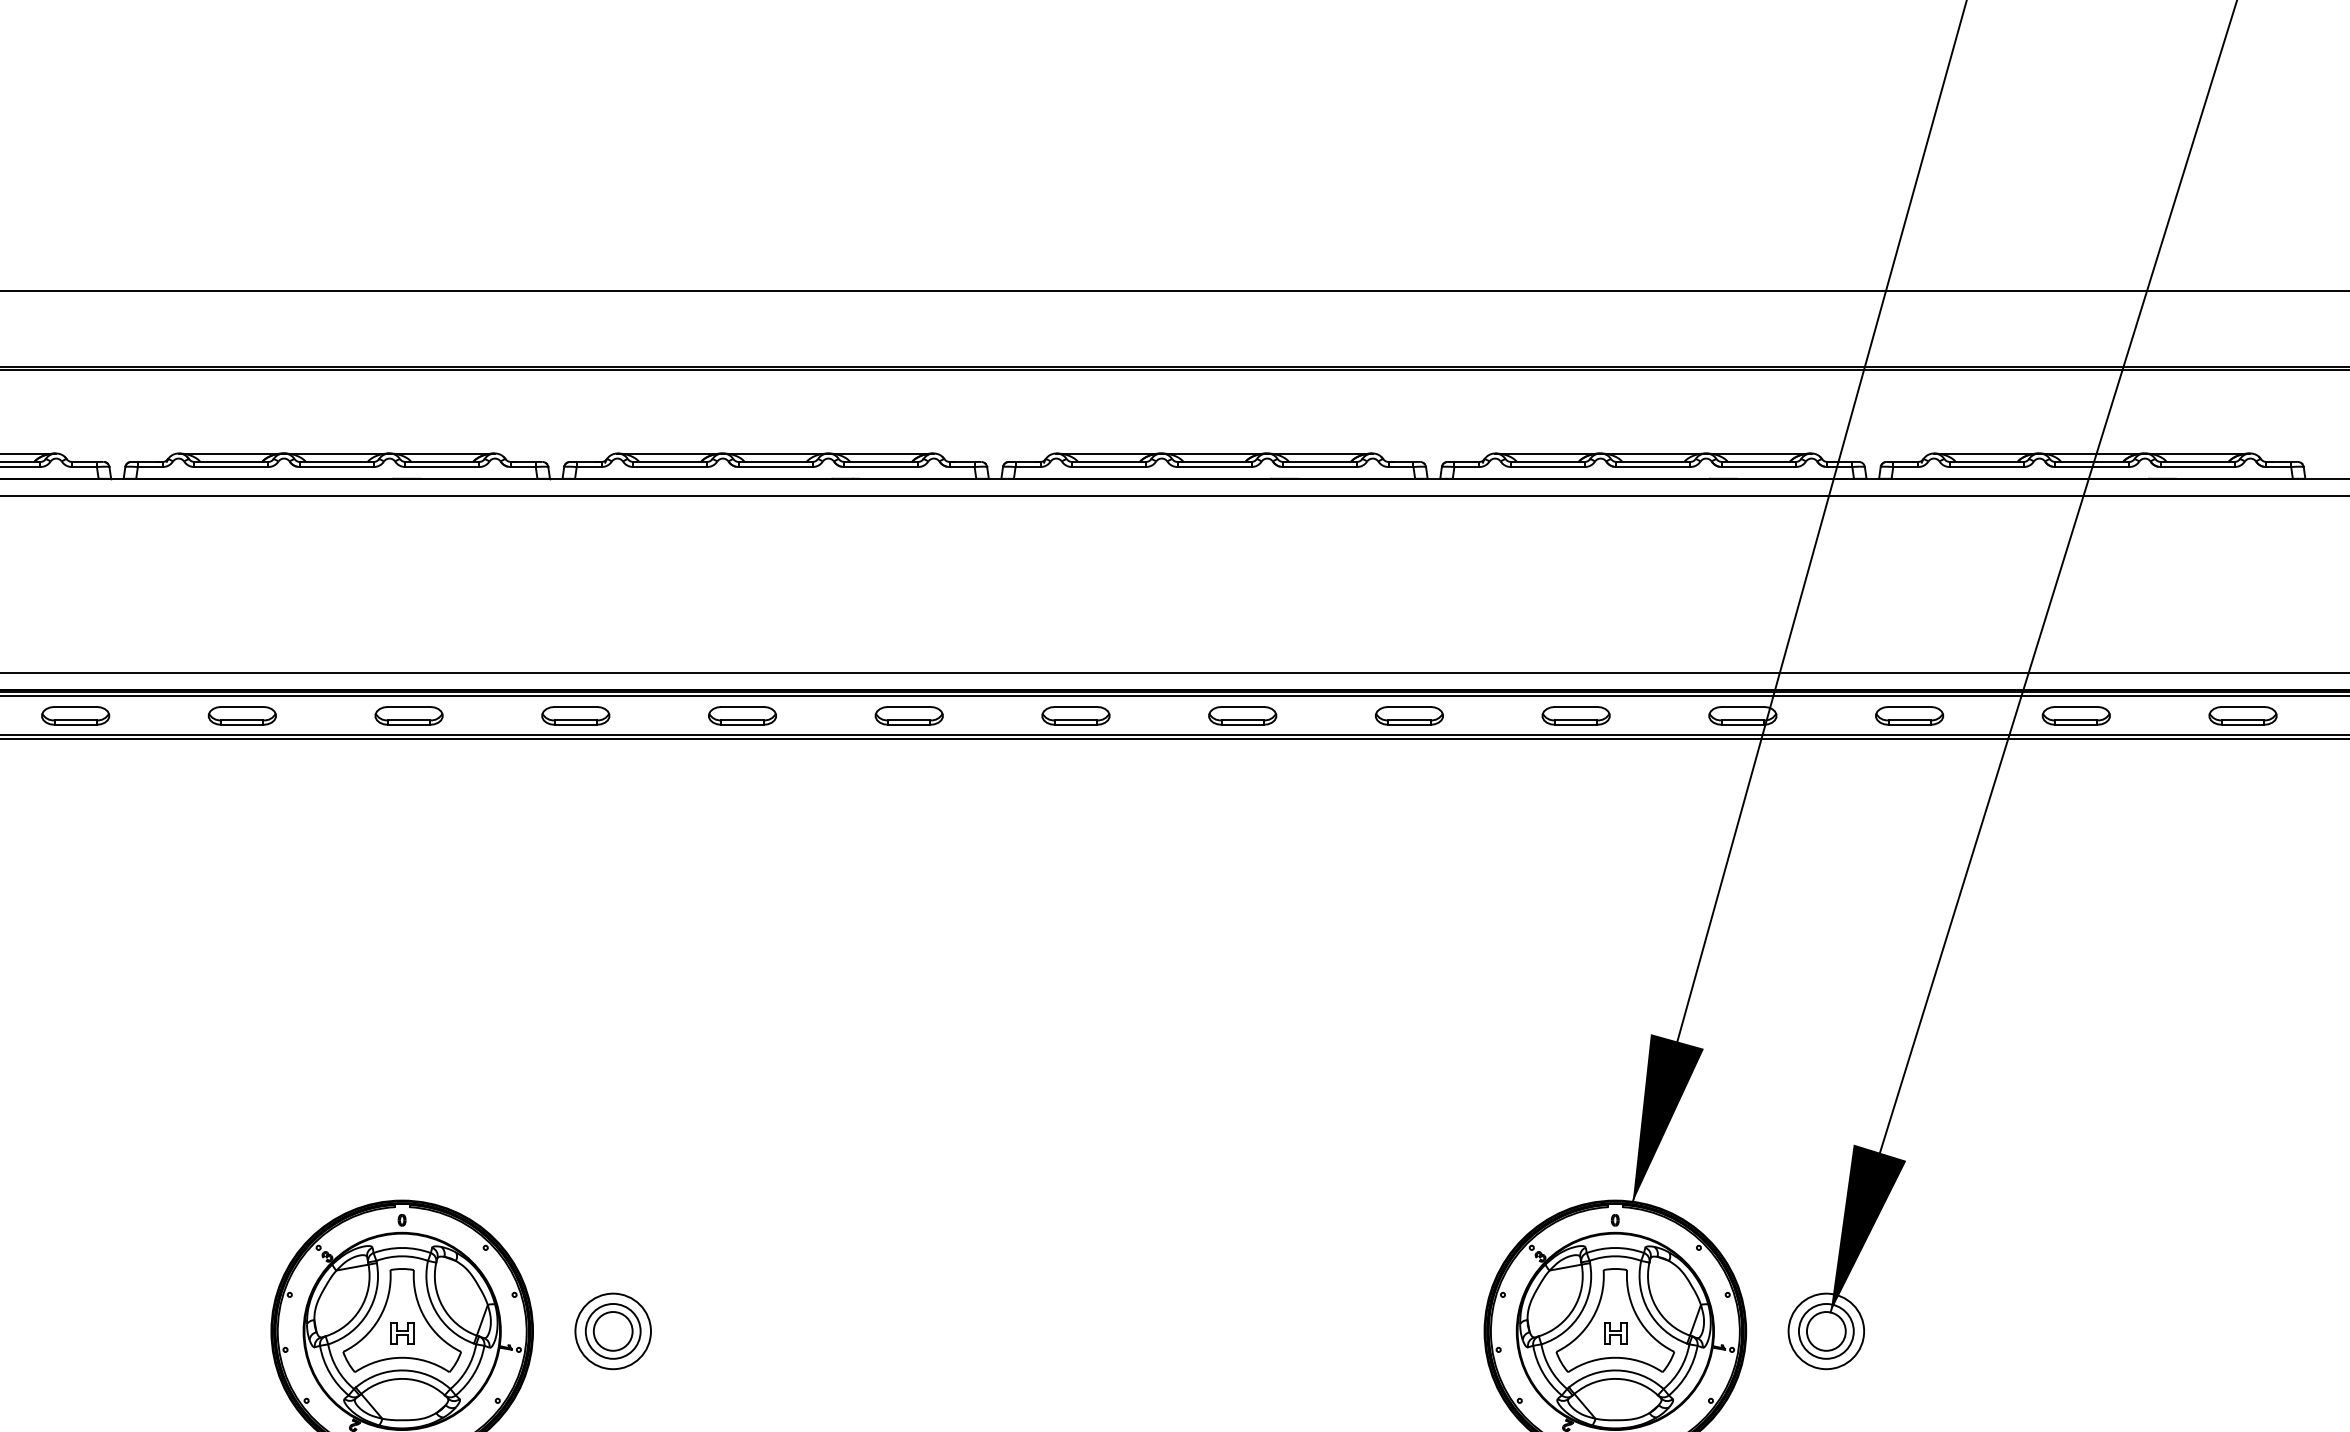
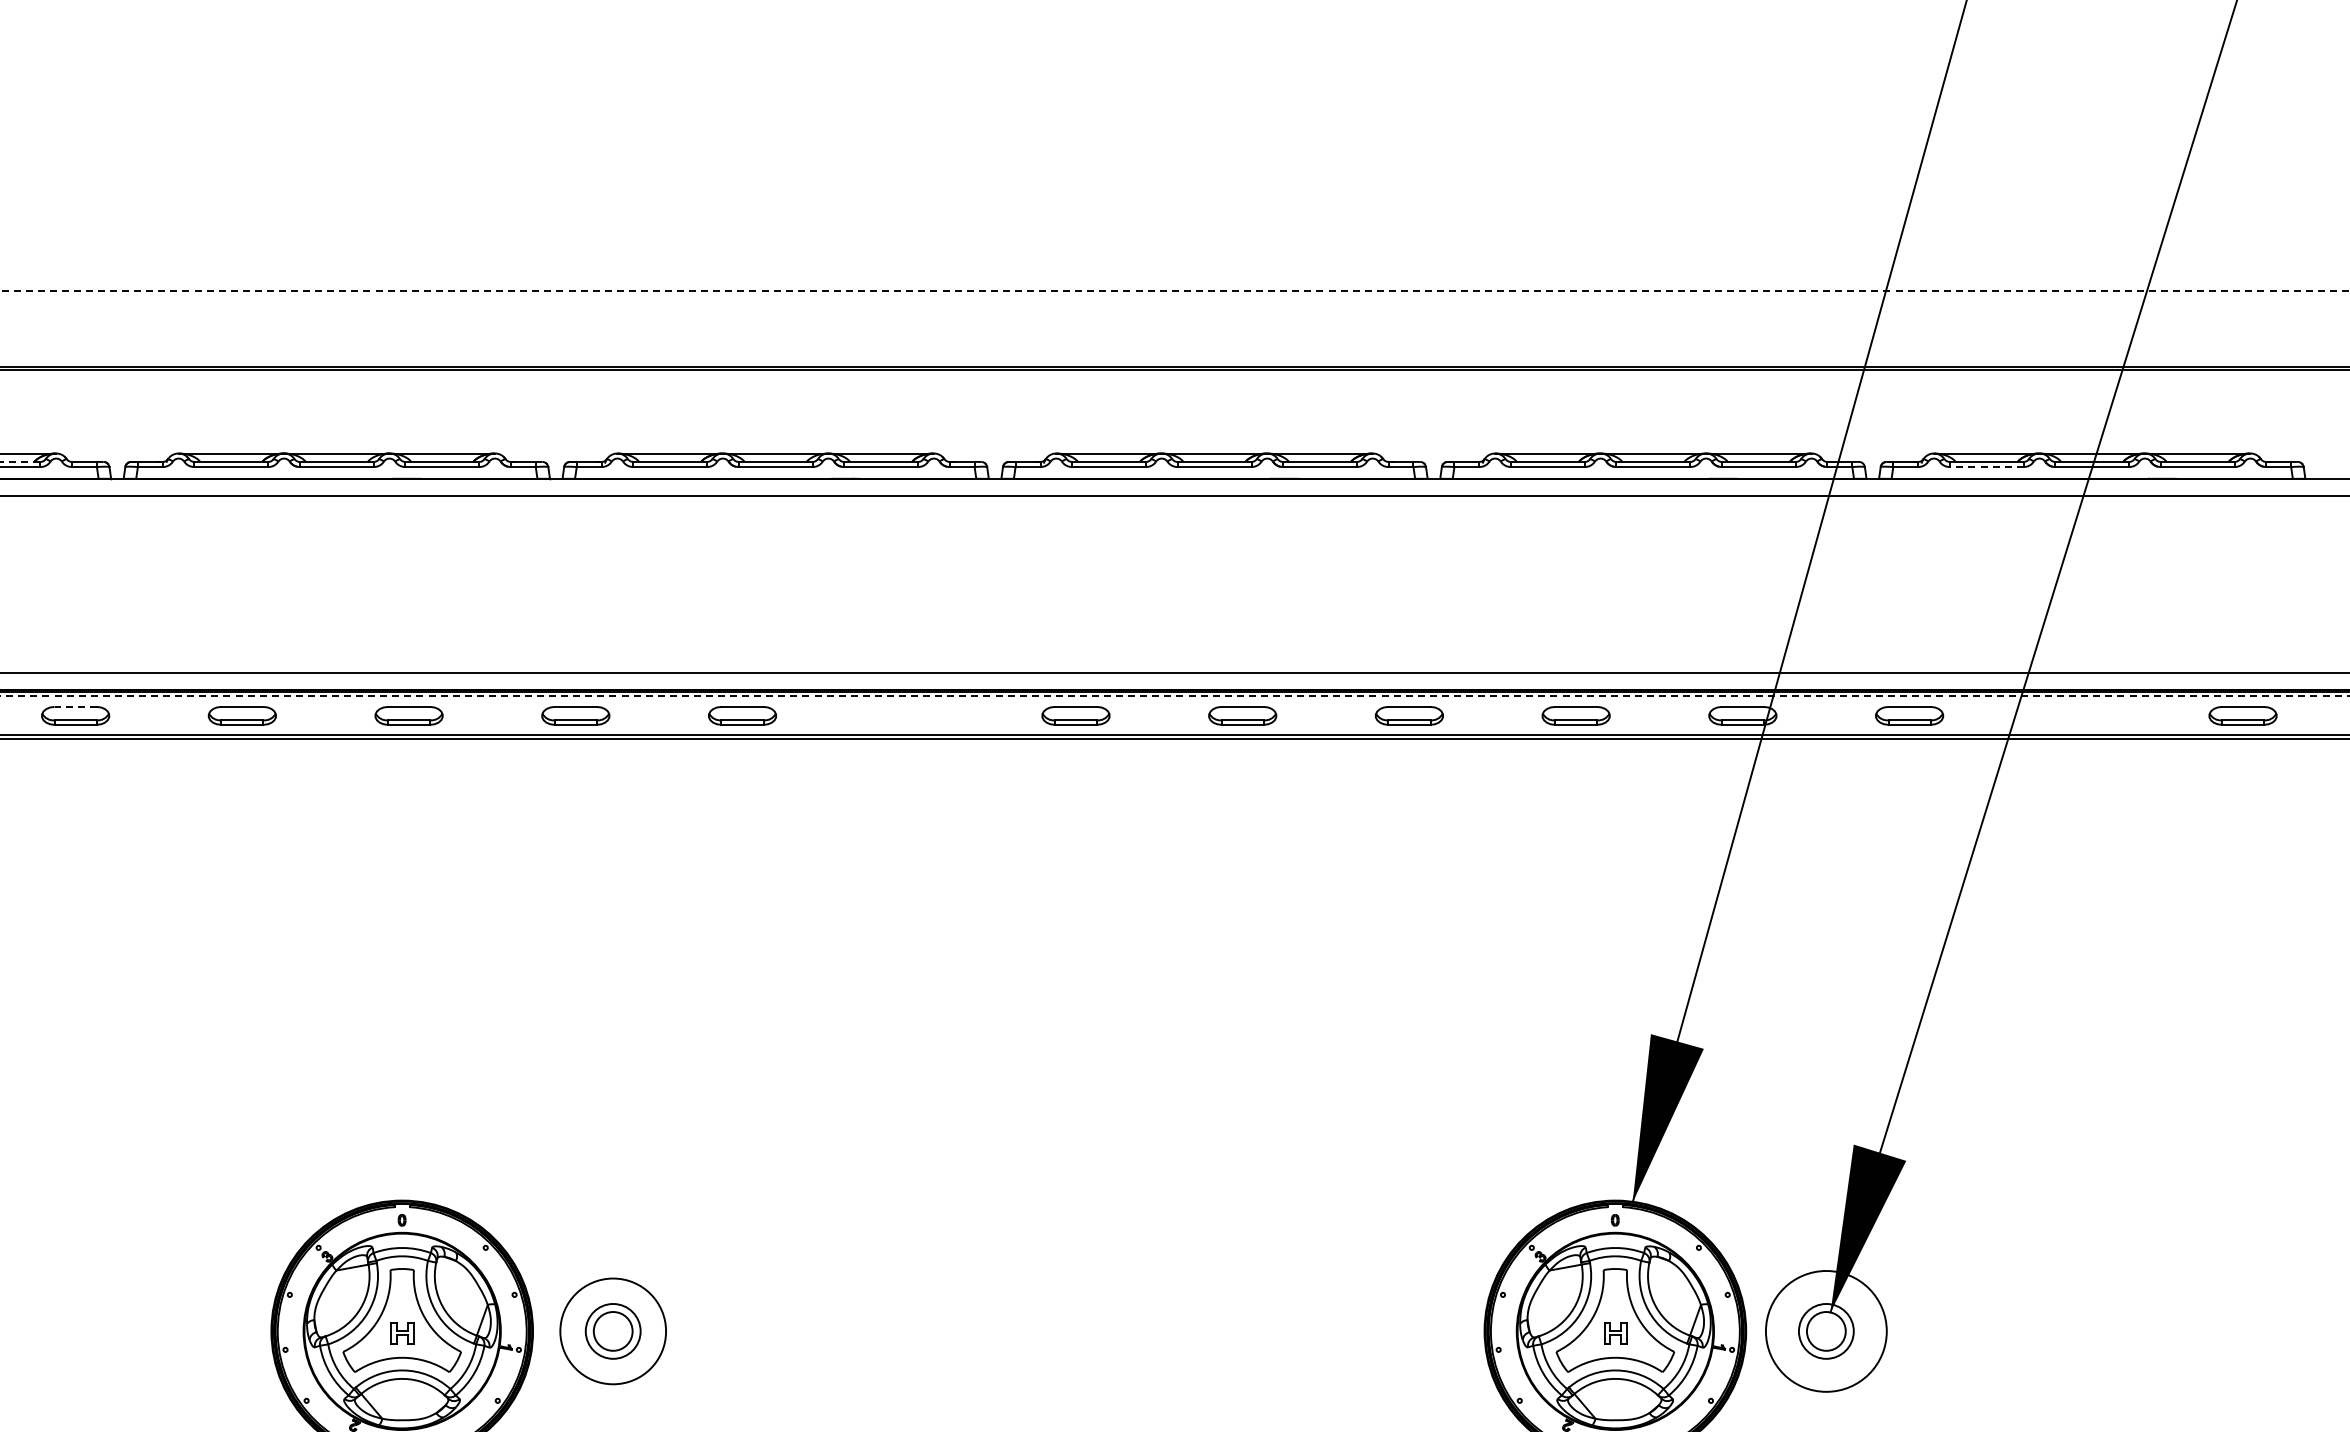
line at (1174, 291): solid -> dashed
line at (20, 461): solid -> dashed
line at (1986, 467): solid -> dashed
line at (1176, 696): solid -> dashed
line at (75, 706): solid -> dashed
part at (908, 715): present -> none
part at (2075, 715): present -> none
circle at (612, 1331) diameter: 76 px -> 106 px
circle at (1826, 1331) diameter: 76 px -> 121 px
